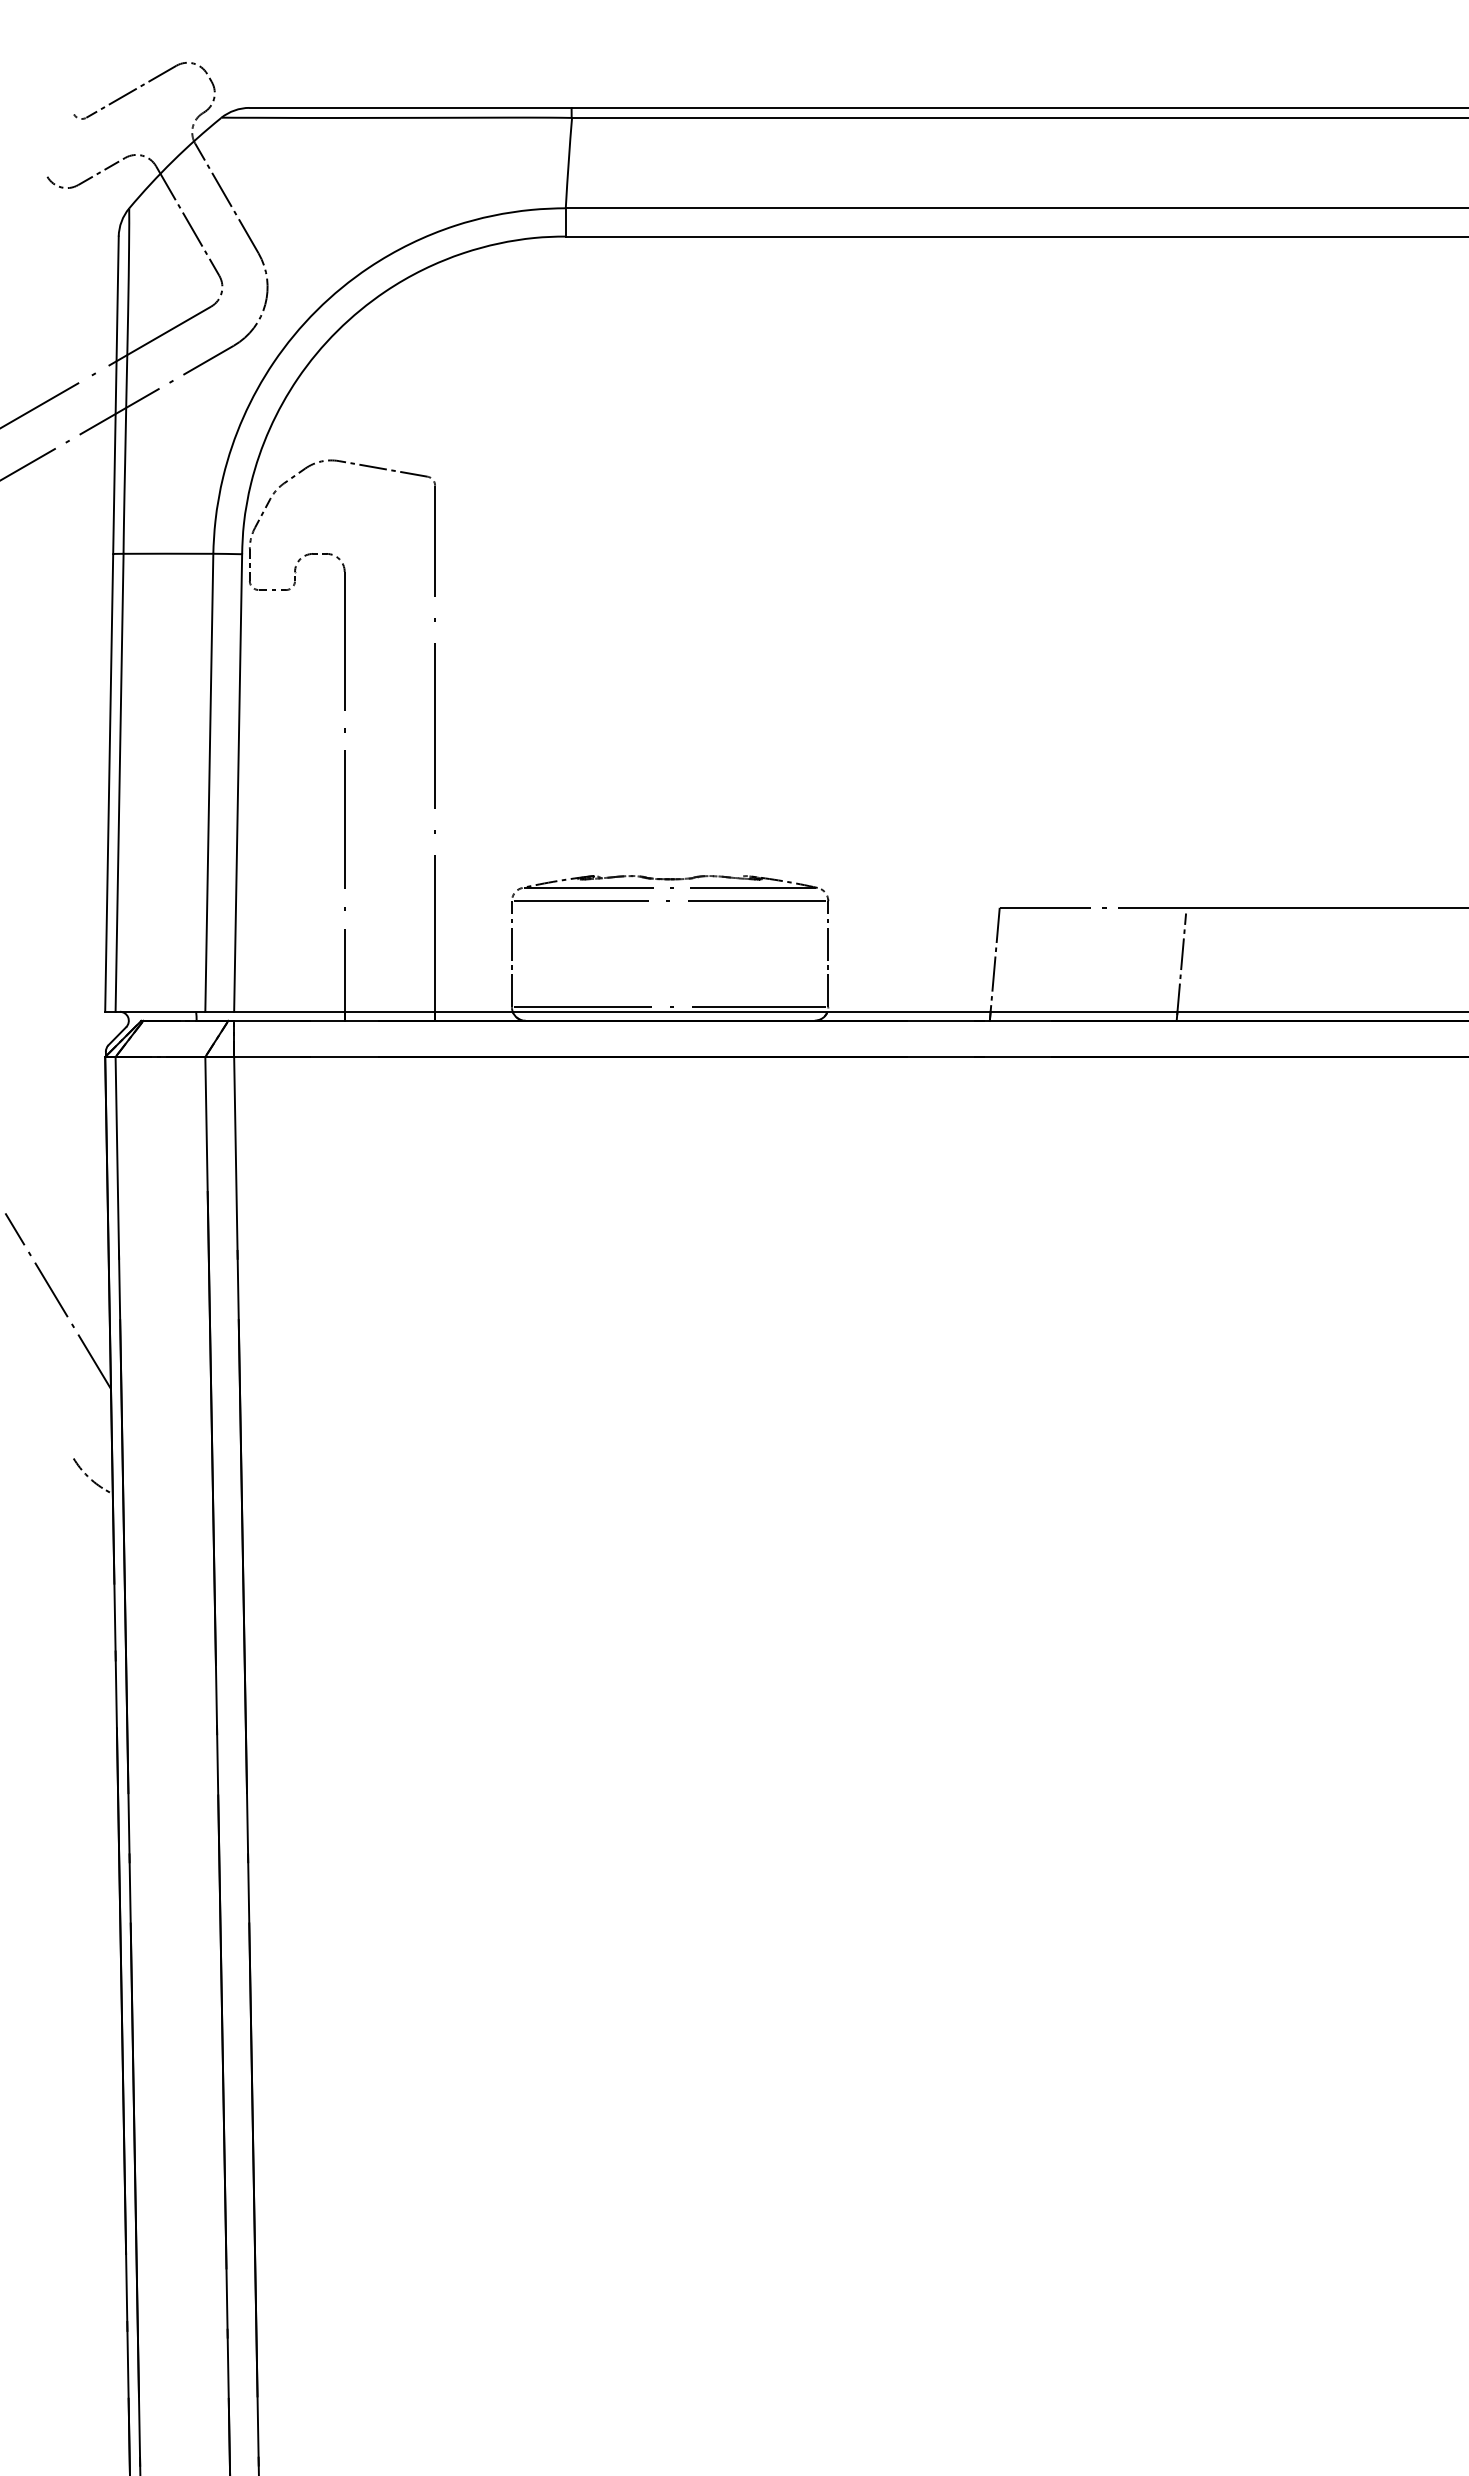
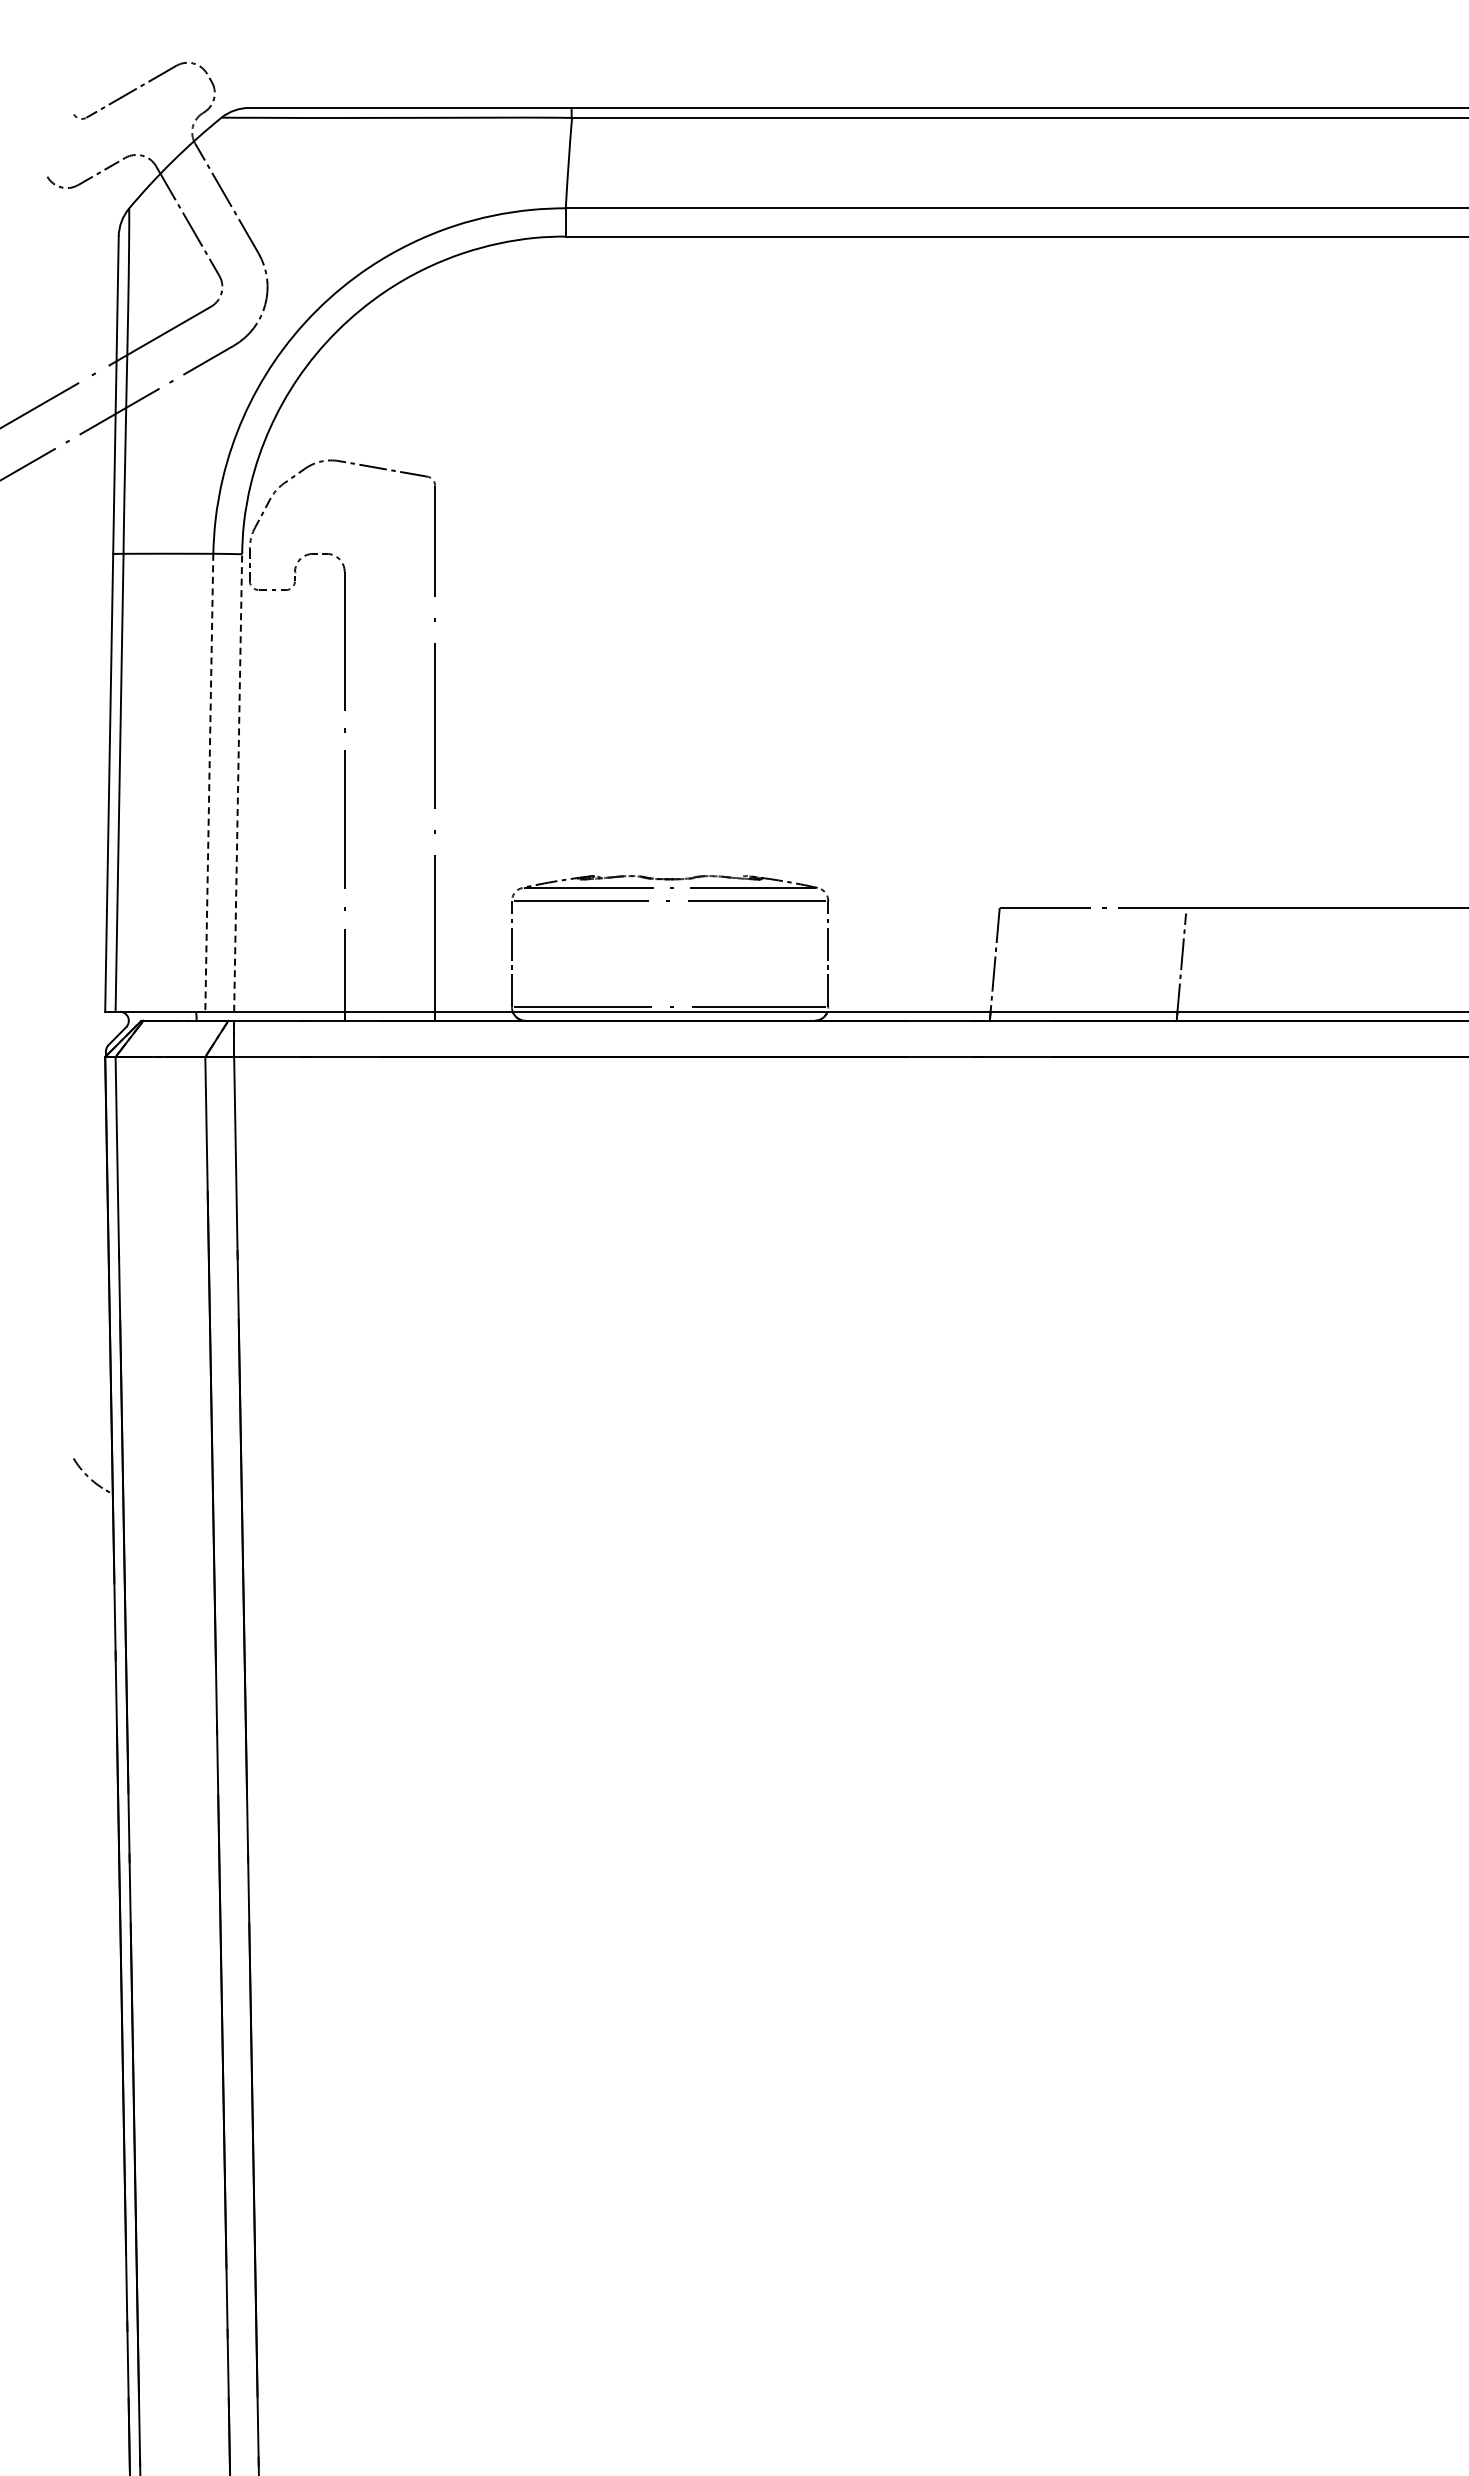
line at (238, 782): solid -> dashed
line at (209, 783): solid -> dashed
line at (58, 1301): present -> none
